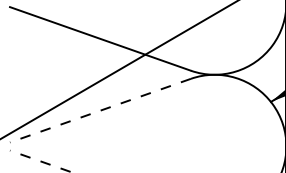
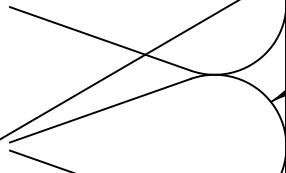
line at (100, 110): dashed -> solid
line at (41, 161): dashed -> solid
